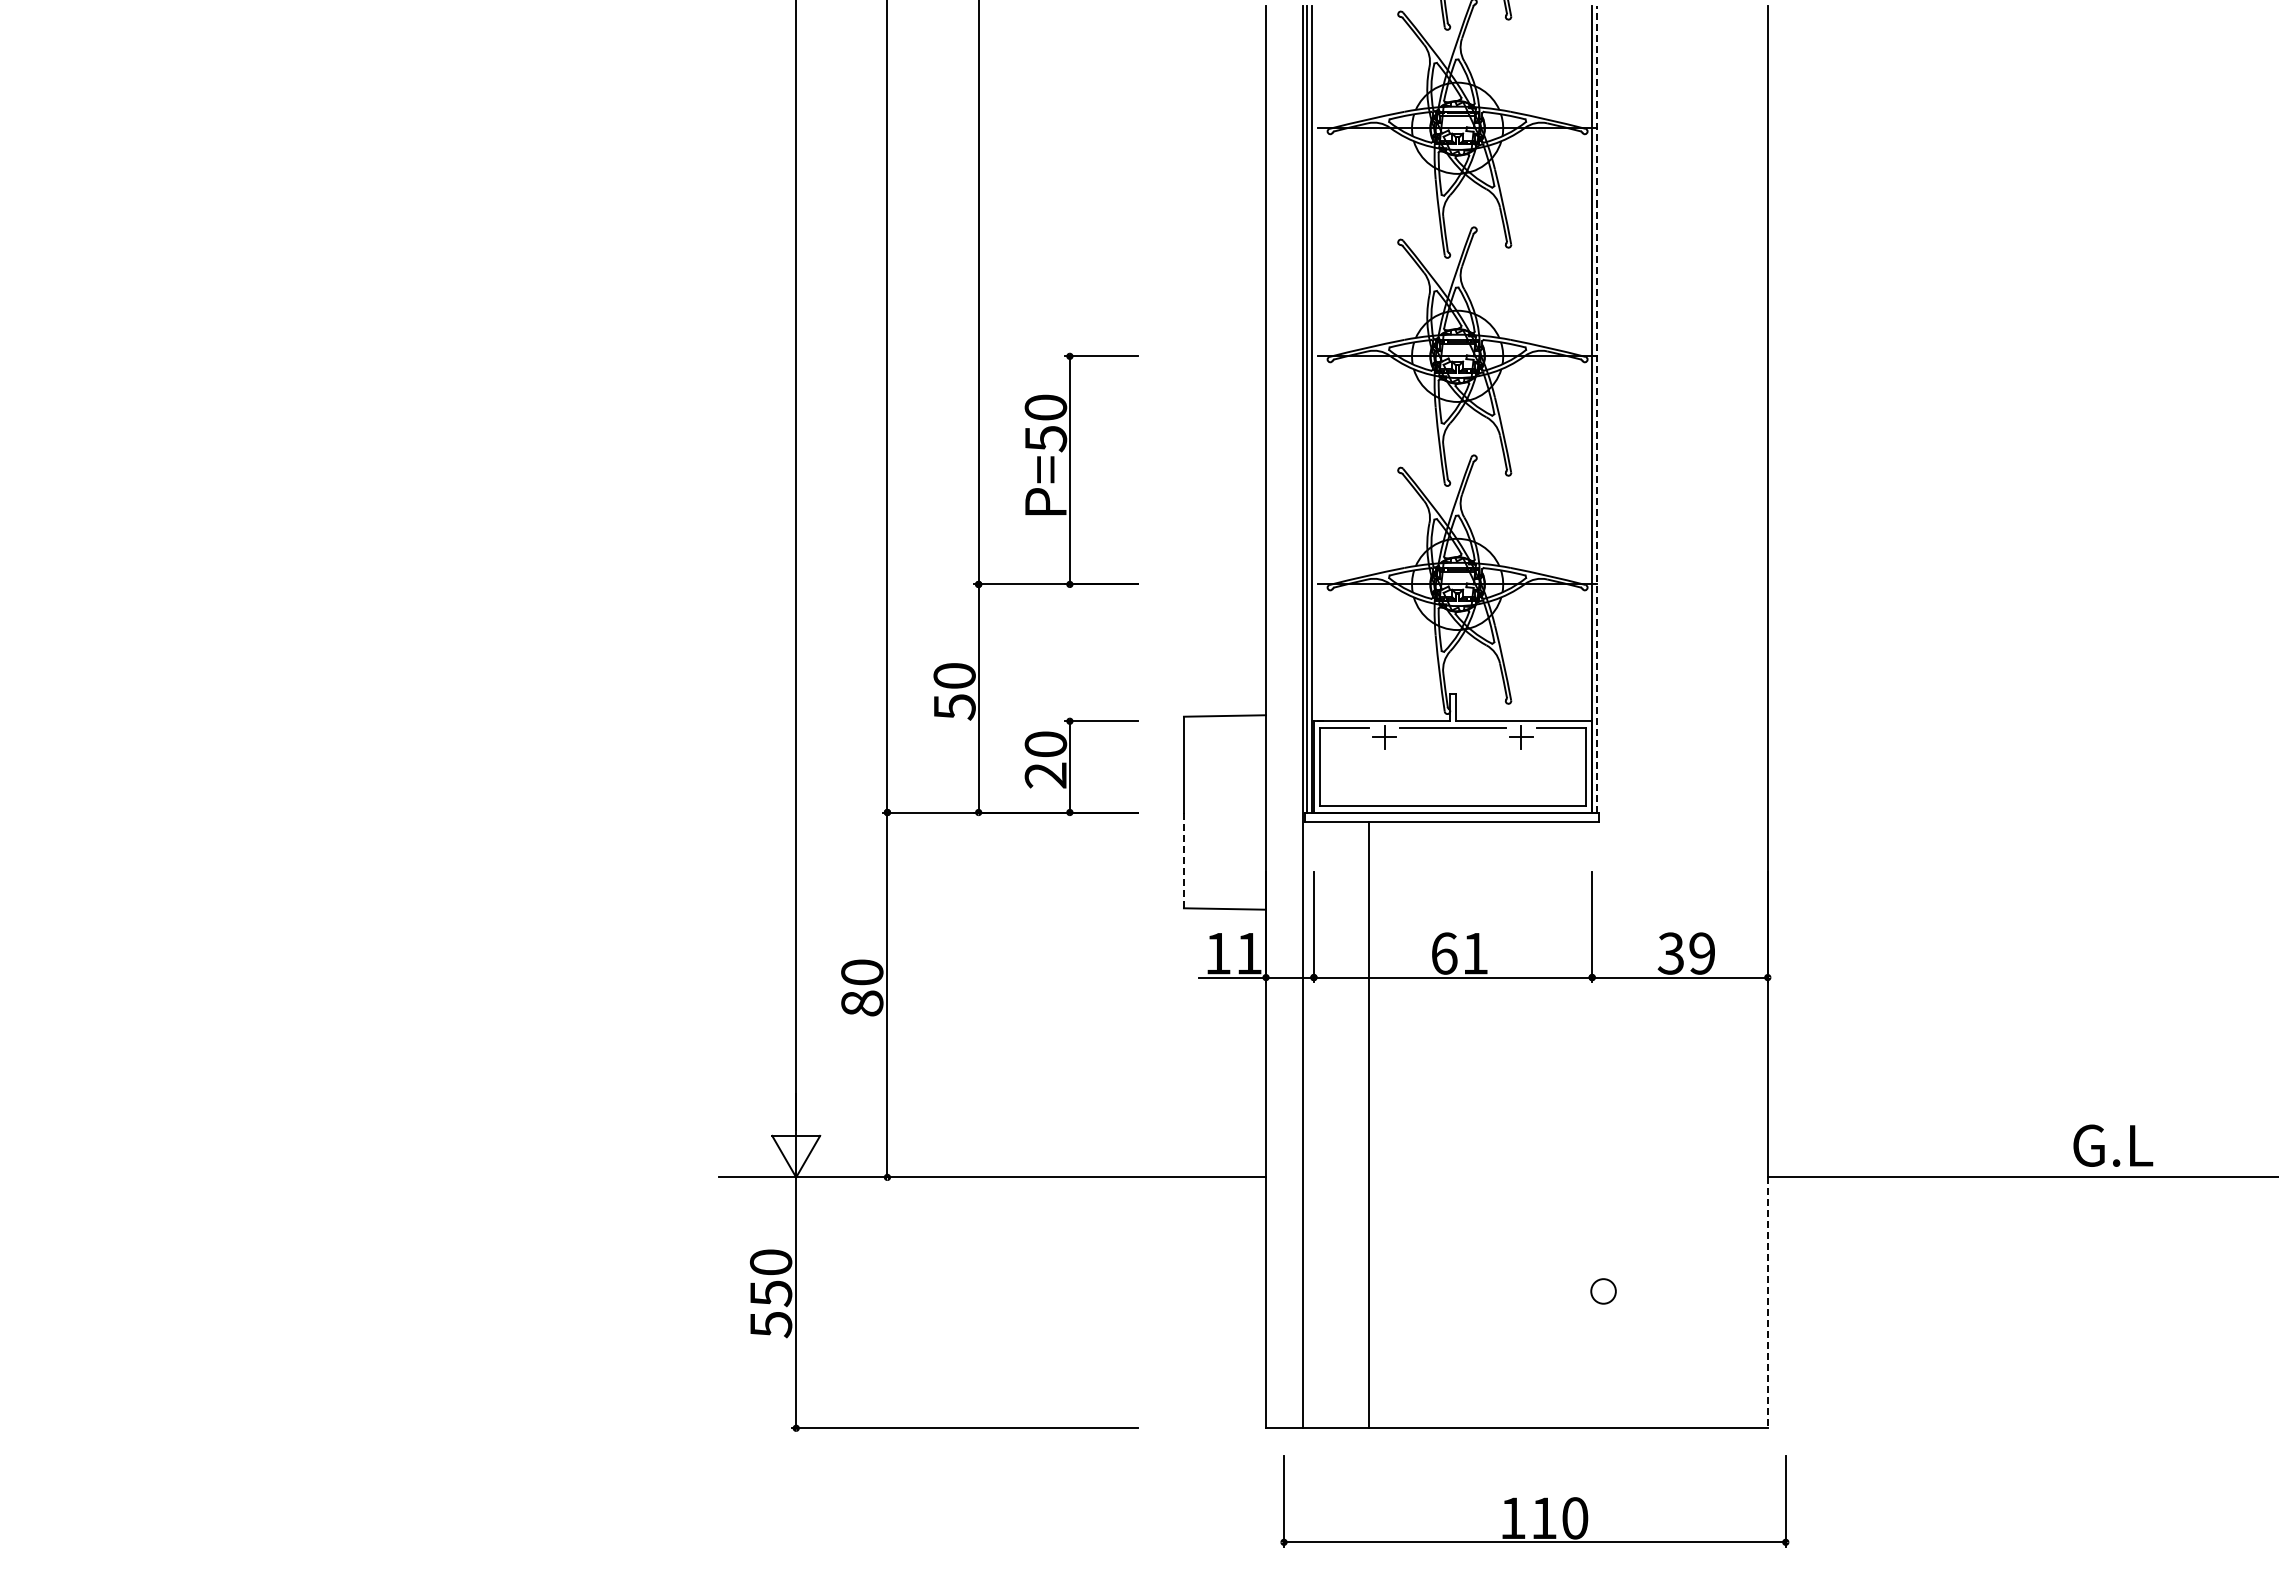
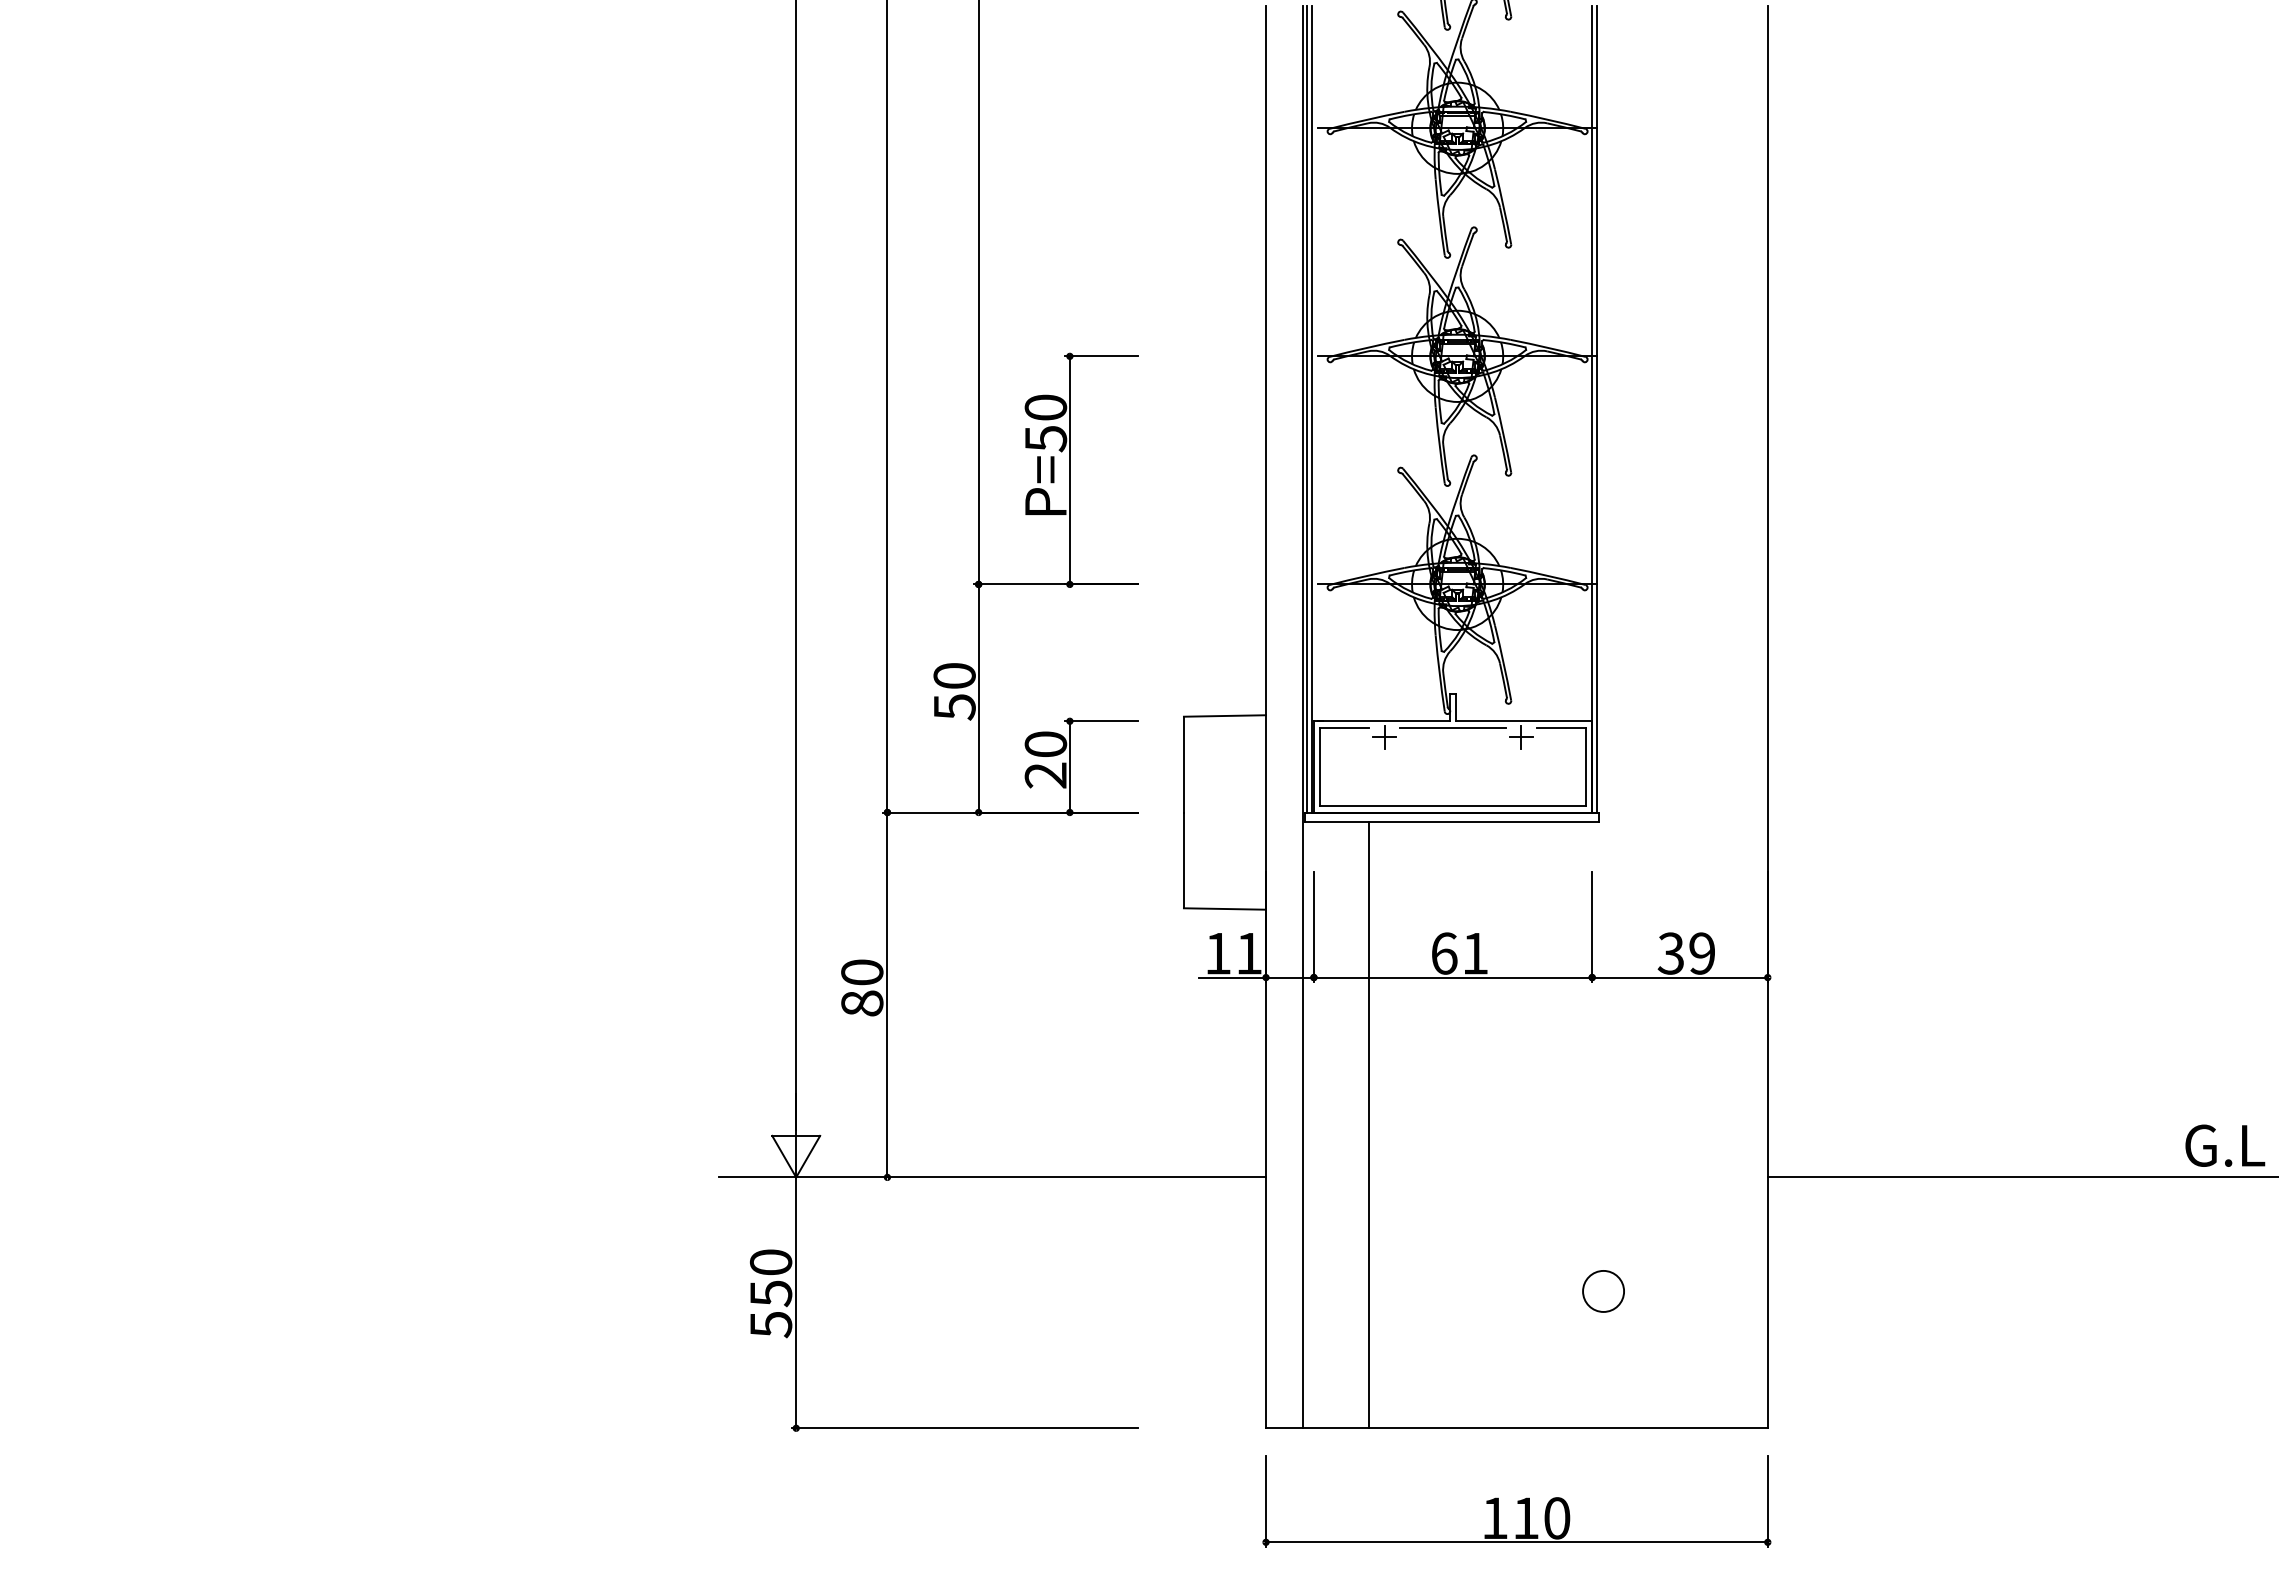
line at (1596, 408): dashed -> solid
line at (1183, 860): dashed -> solid
text at (2113, 1145) position: (2113, 1145) -> (2225, 1145)
circle at (1603, 1291) diameter: 25 px -> 41 px
line at (1767, 1303): dashed -> solid
part at (1534, 1501) position: (1534, 1501) -> (1516, 1501)
